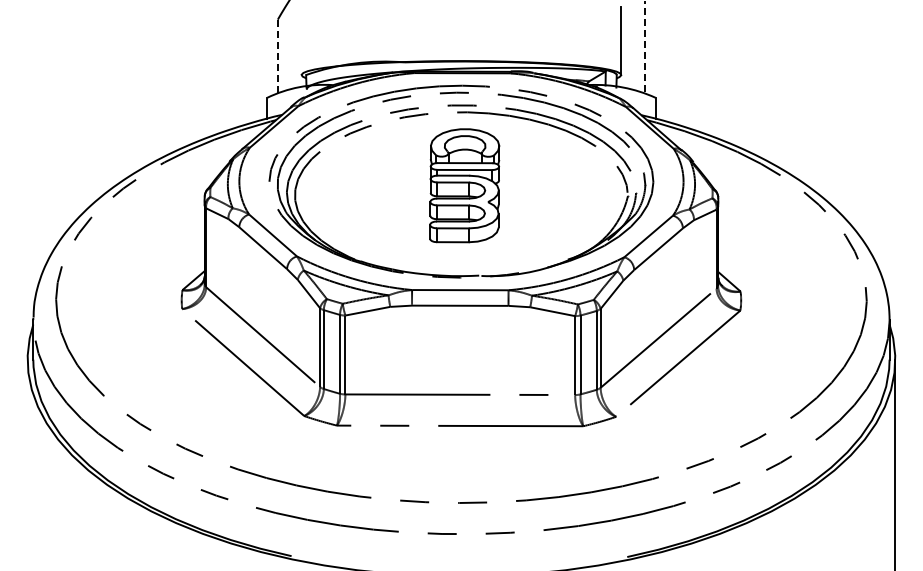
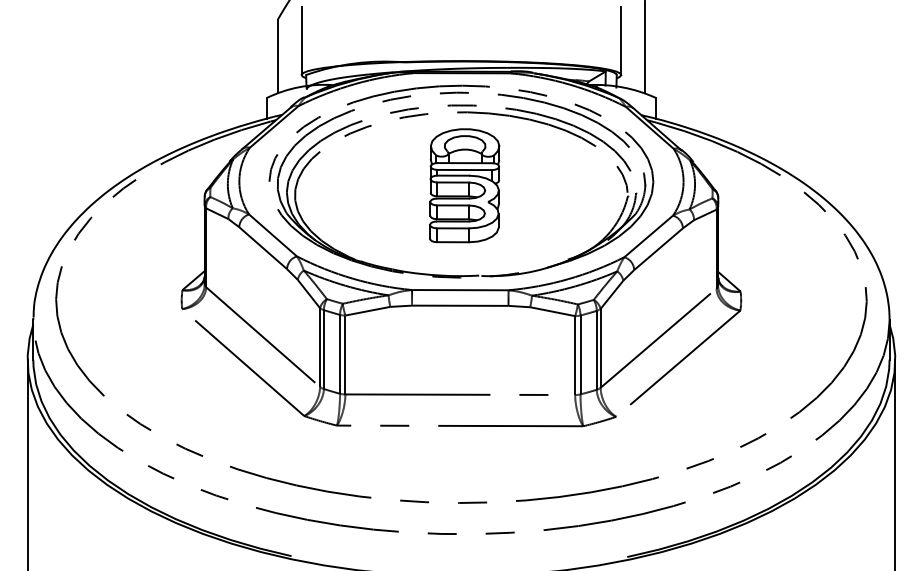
line at (301, 40): none -> present
line at (645, 46): dashed -> solid
line at (277, 56): dashed -> solid
line at (27, 463): none -> present
